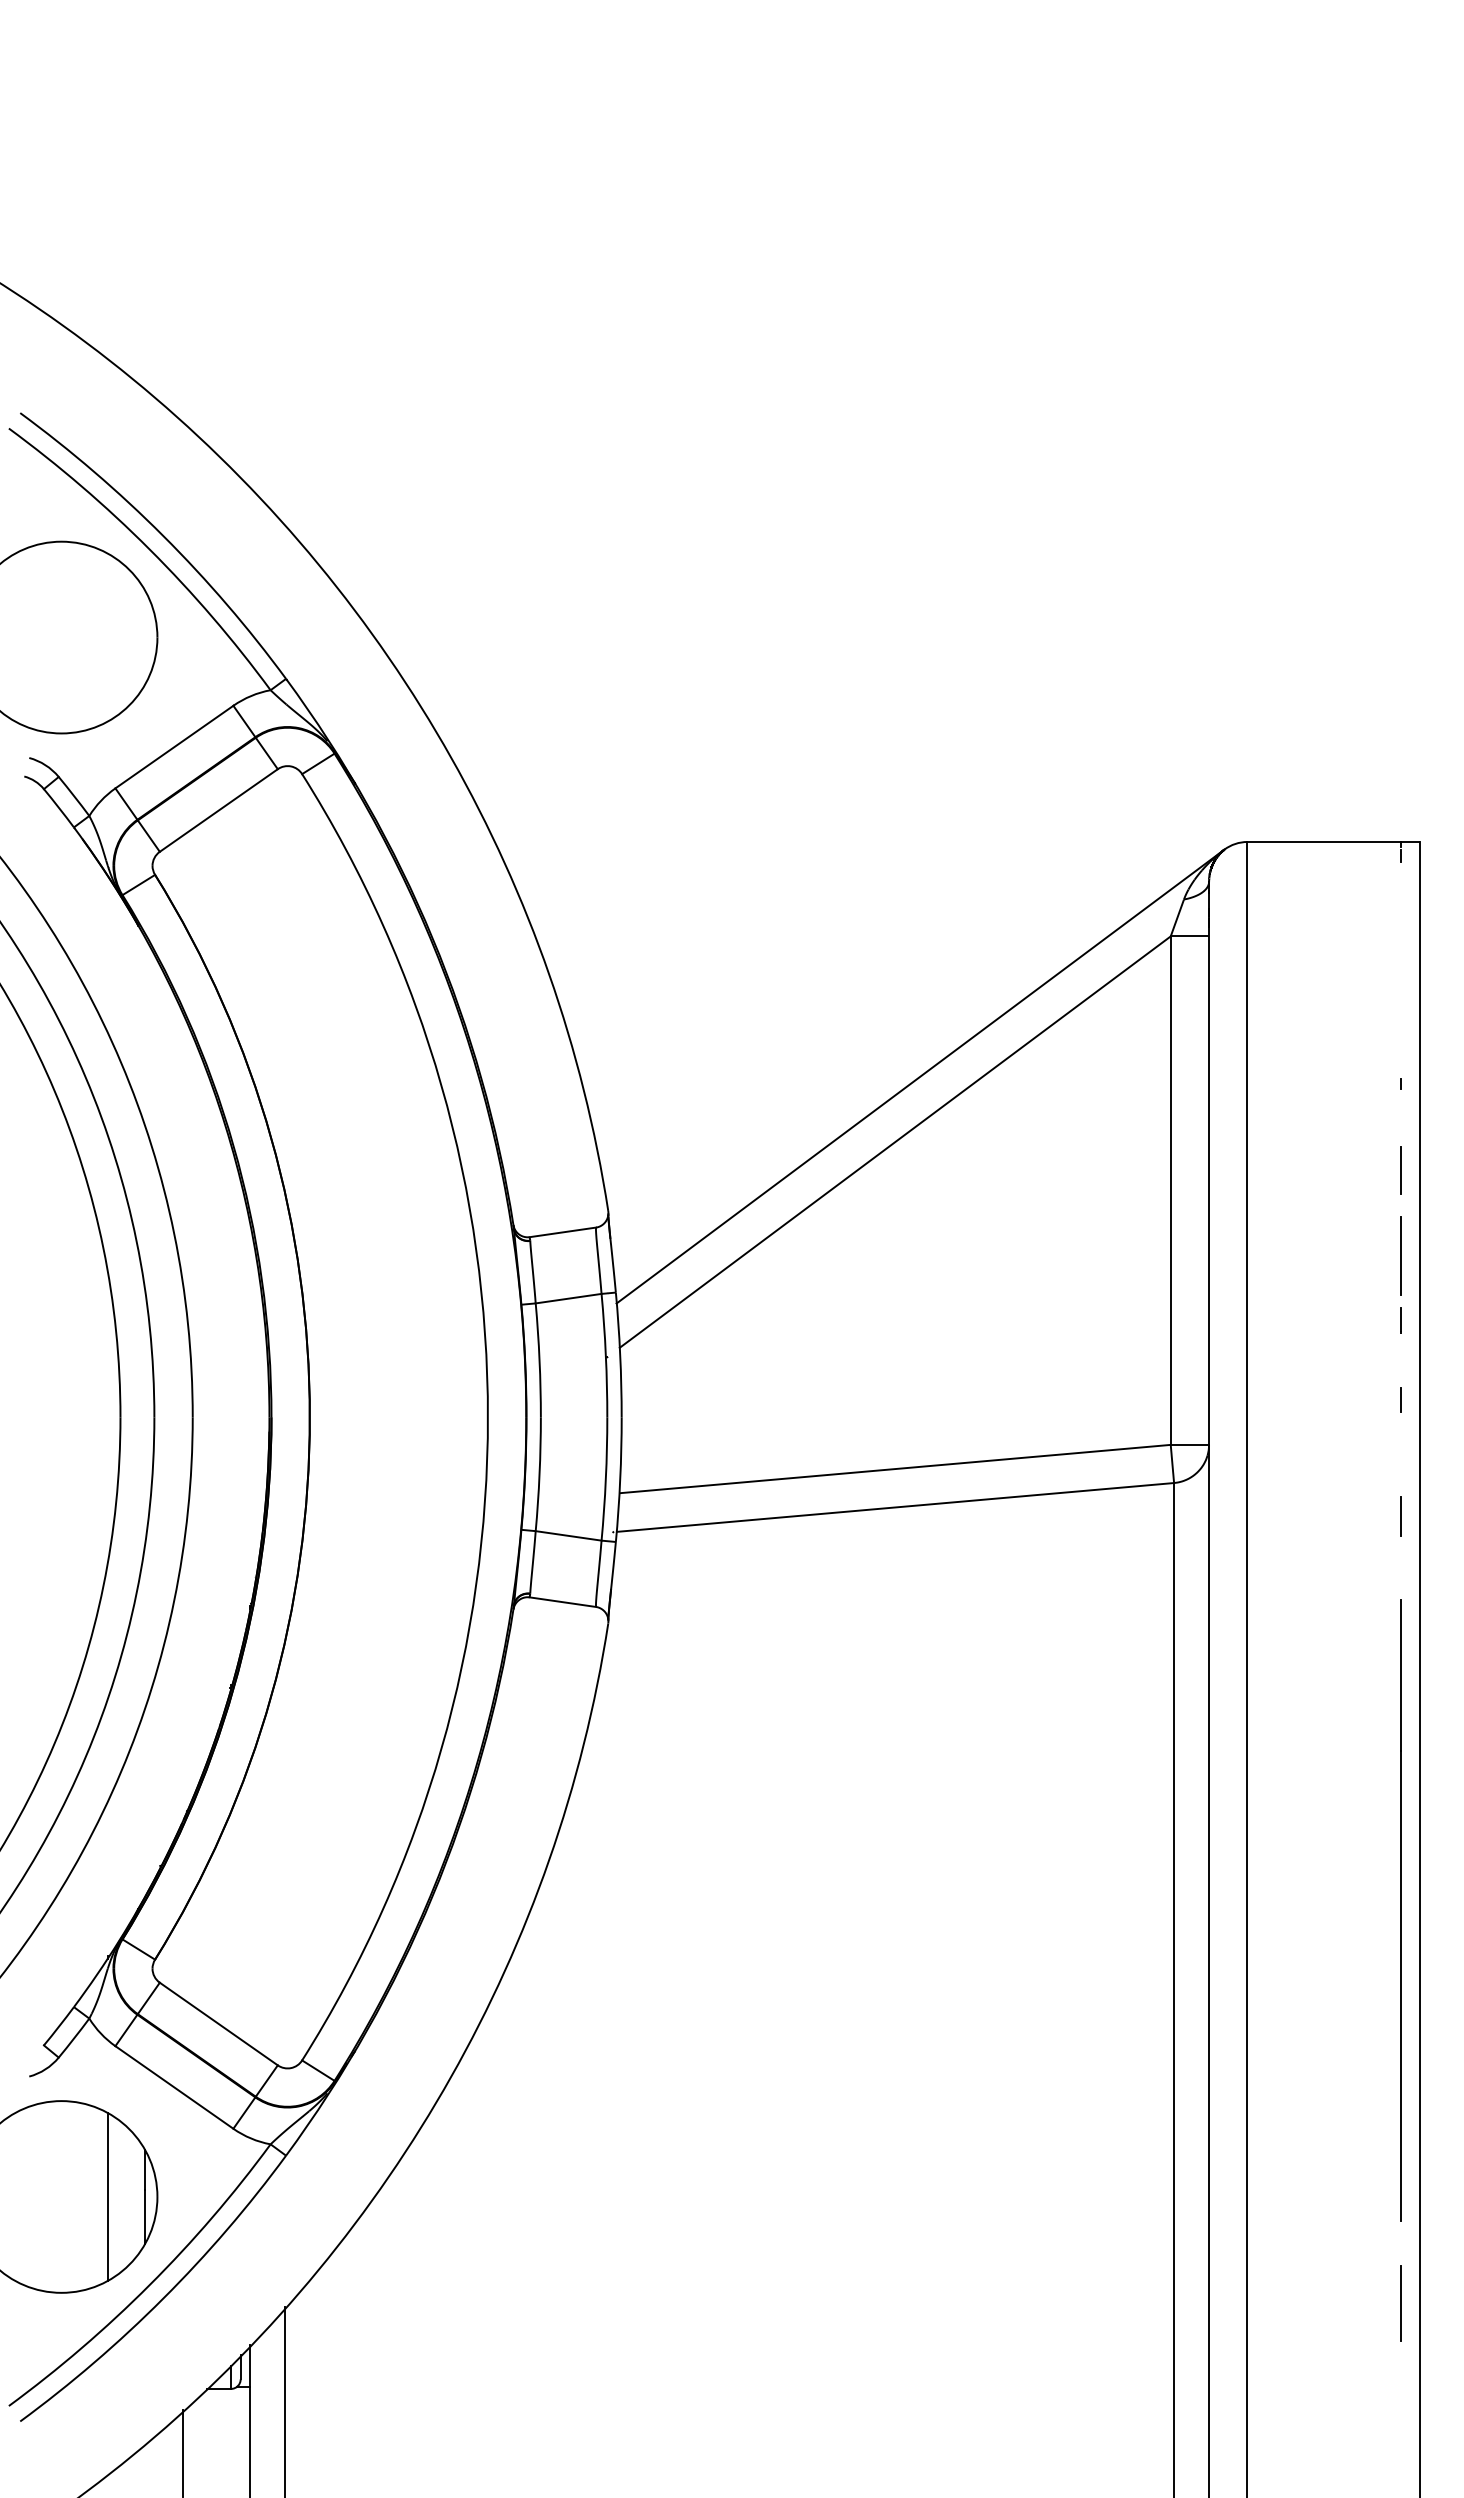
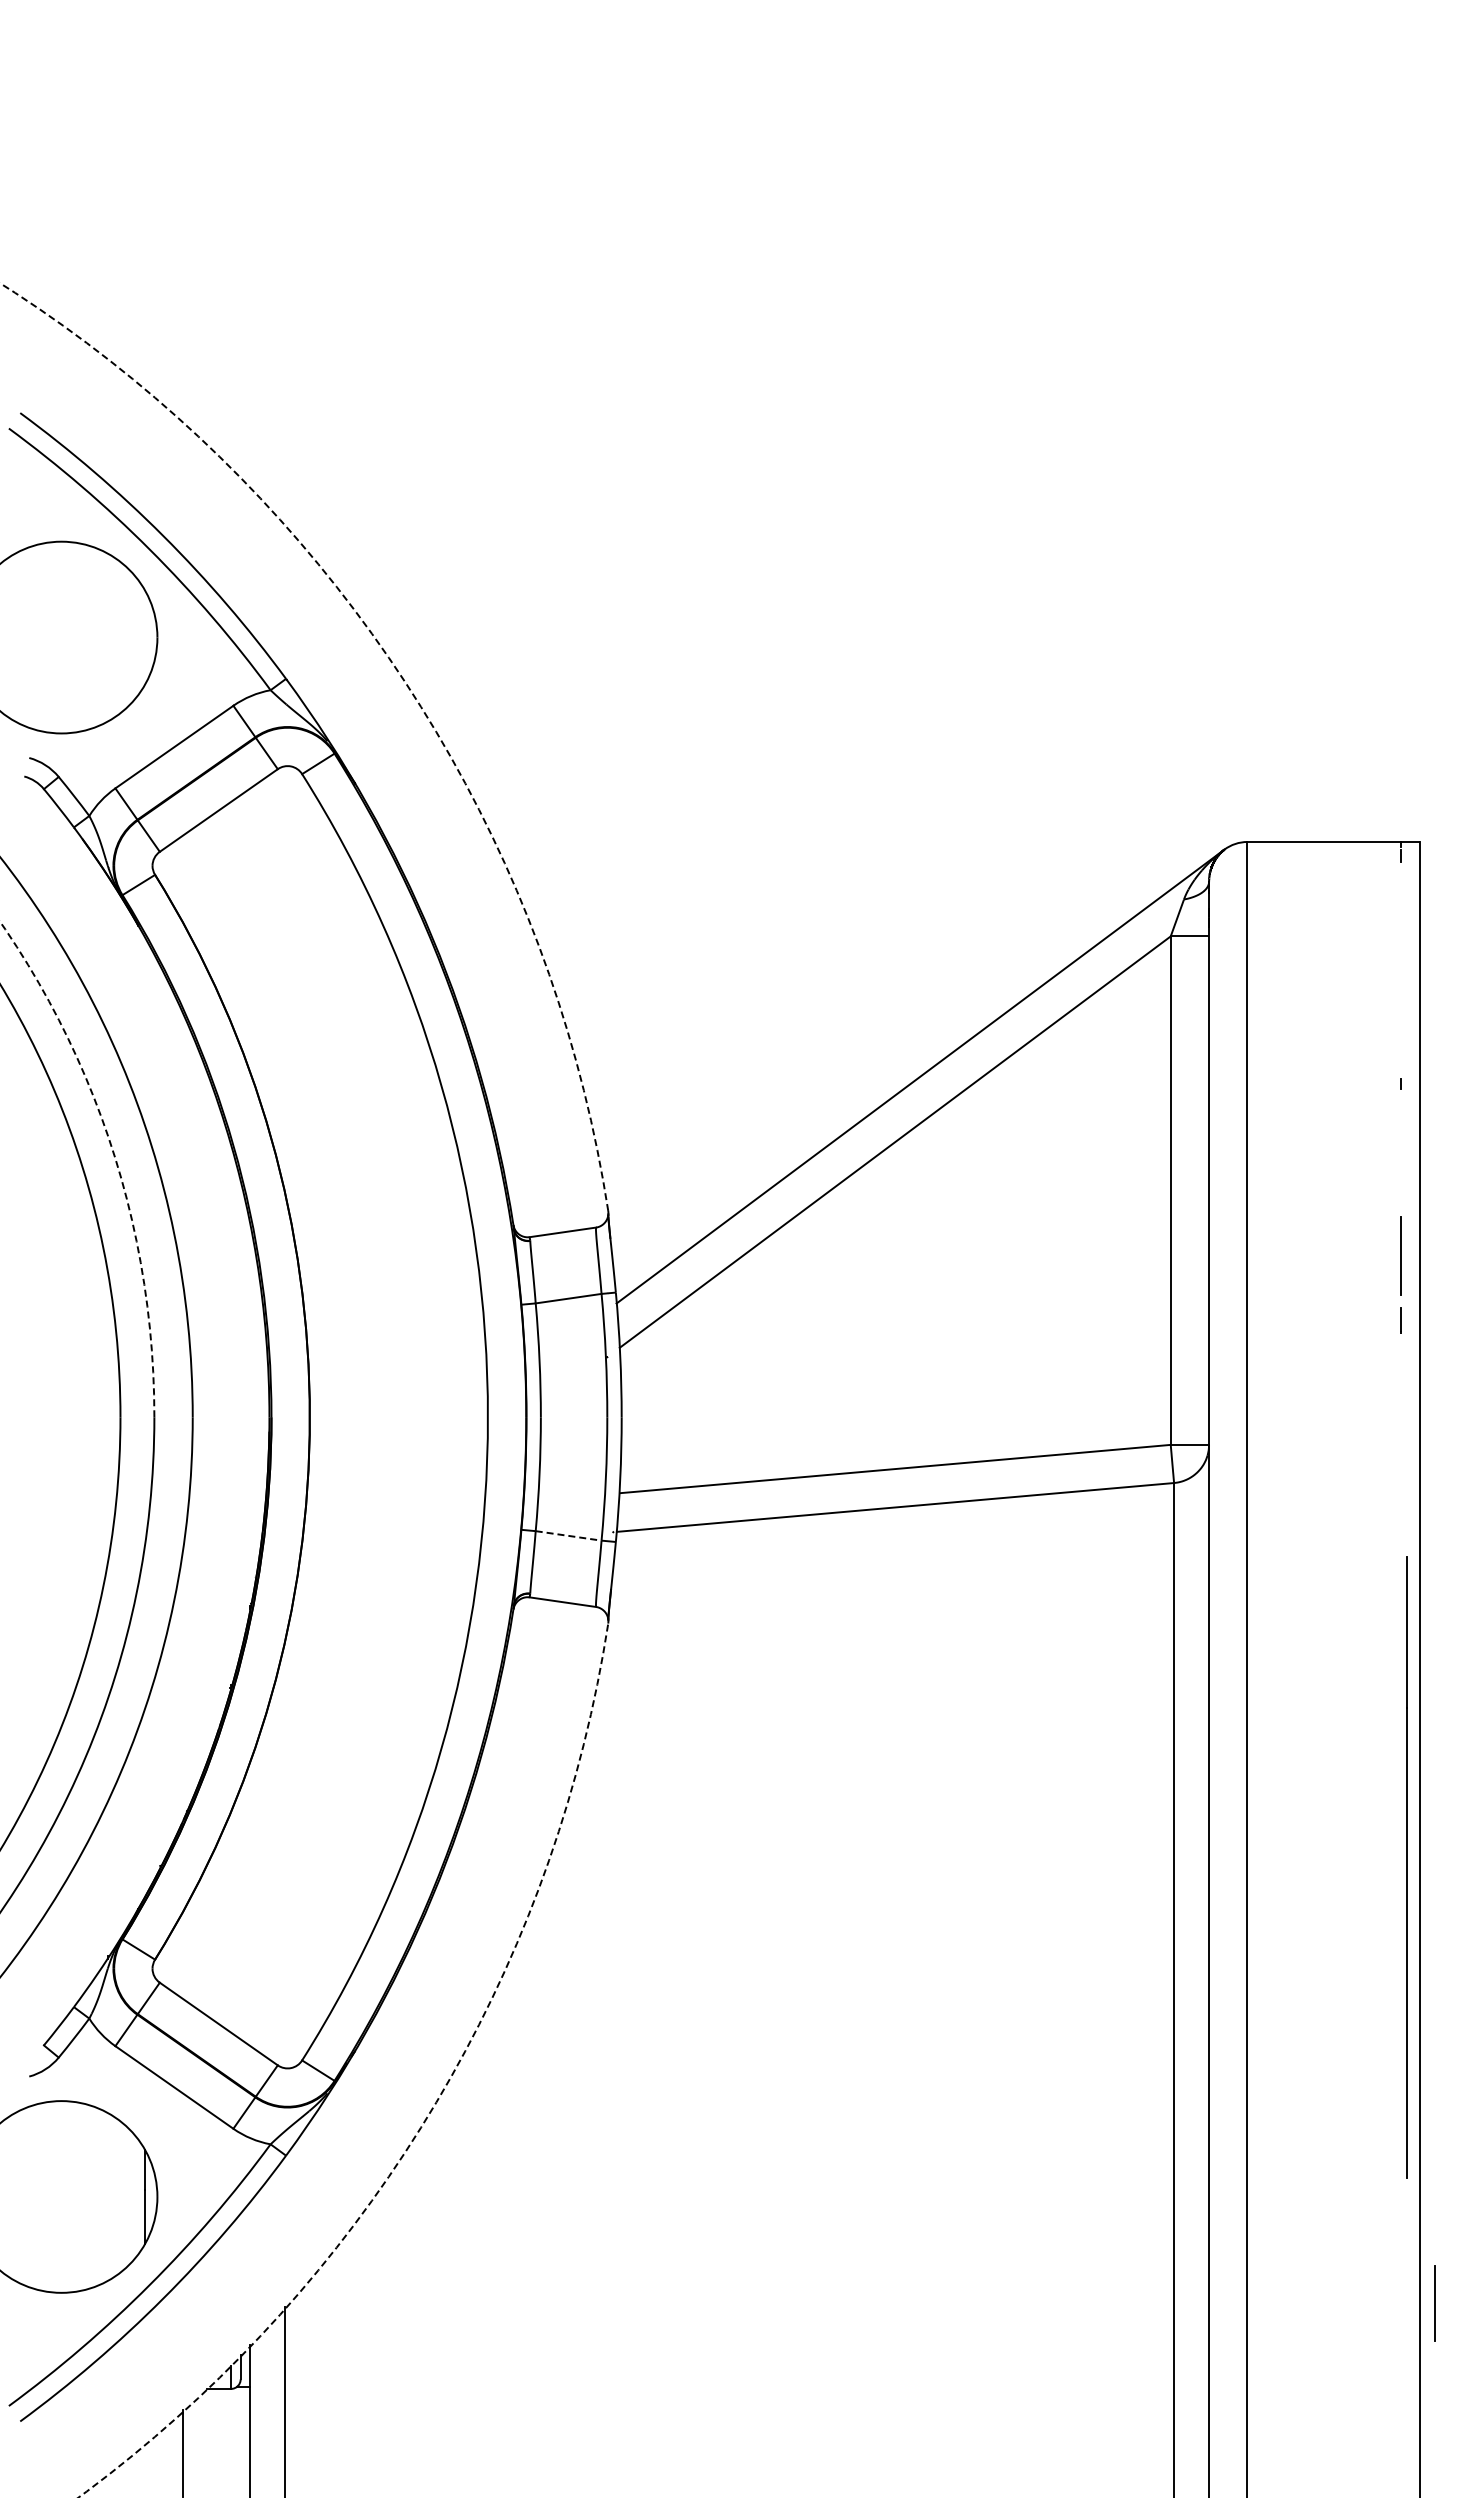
arc at (402, 678): solid -> dashed
arc at (114, 1155): solid -> dashed
line at (1400, 1170): present -> none
line at (1400, 1399): present -> none
line at (1400, 1516): present -> none
line at (569, 1535): solid -> dashed
line at (1400, 1910) position: (1400, 1910) -> (1406, 1867)
arc at (428, 2115): solid -> dashed
line at (107, 2196): present -> none
line at (1400, 2303) position: (1400, 2303) -> (1434, 2303)
